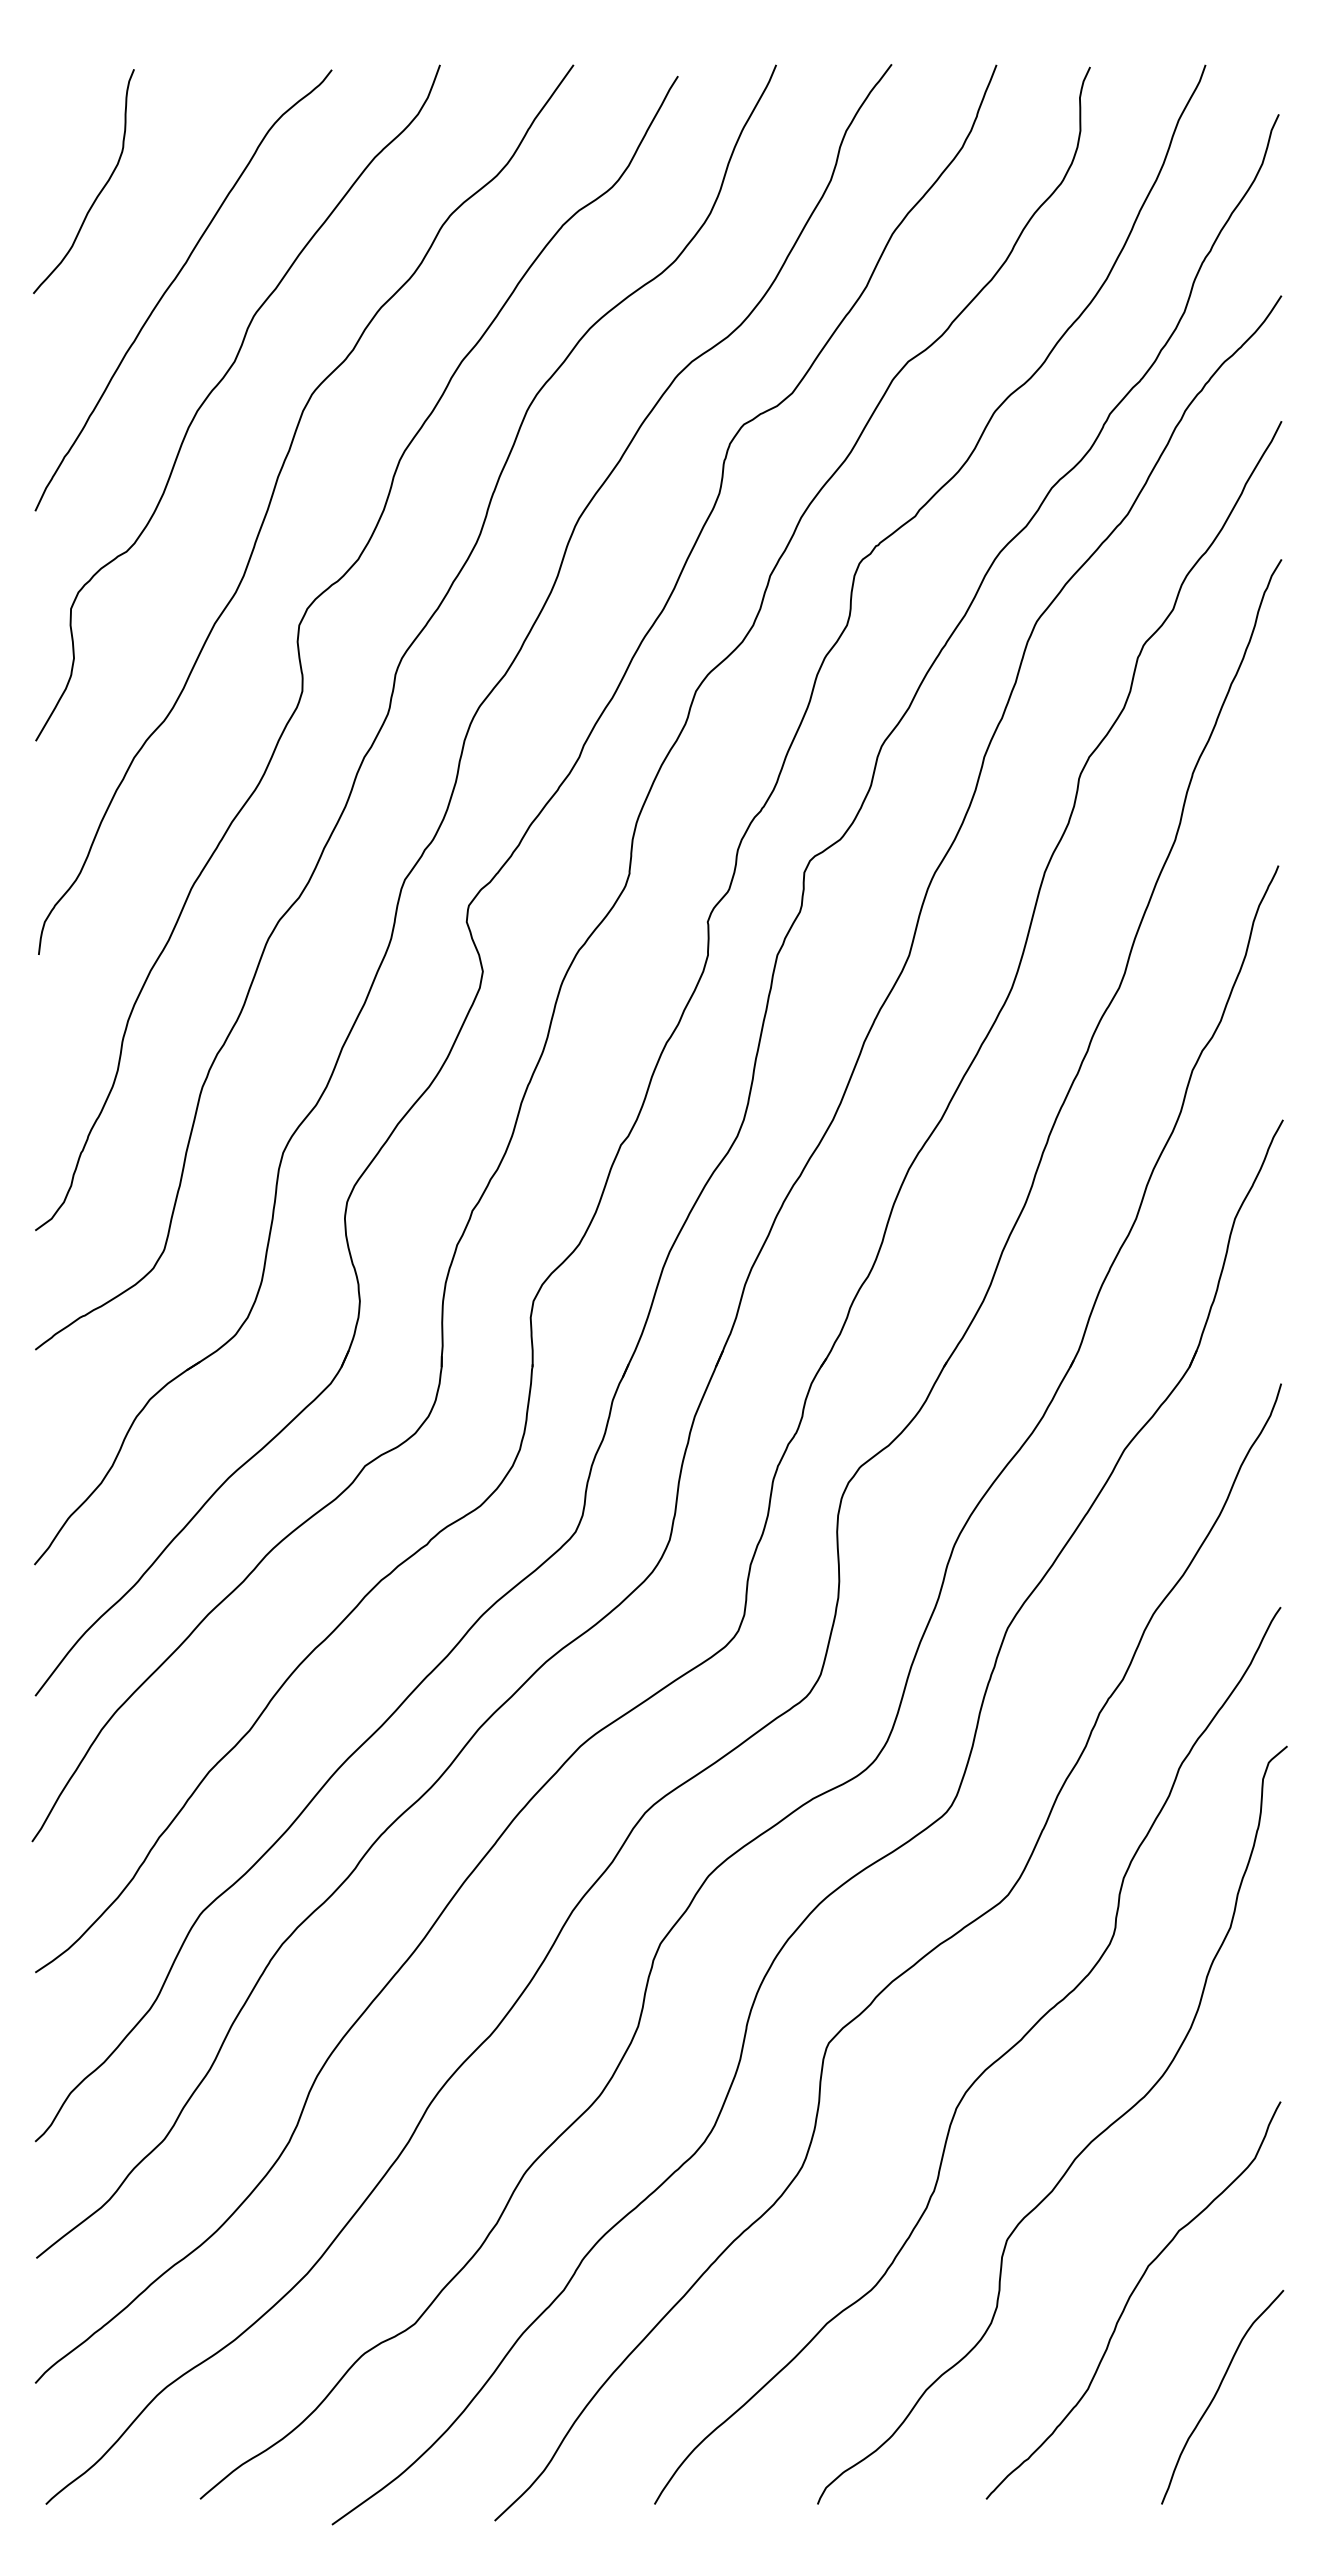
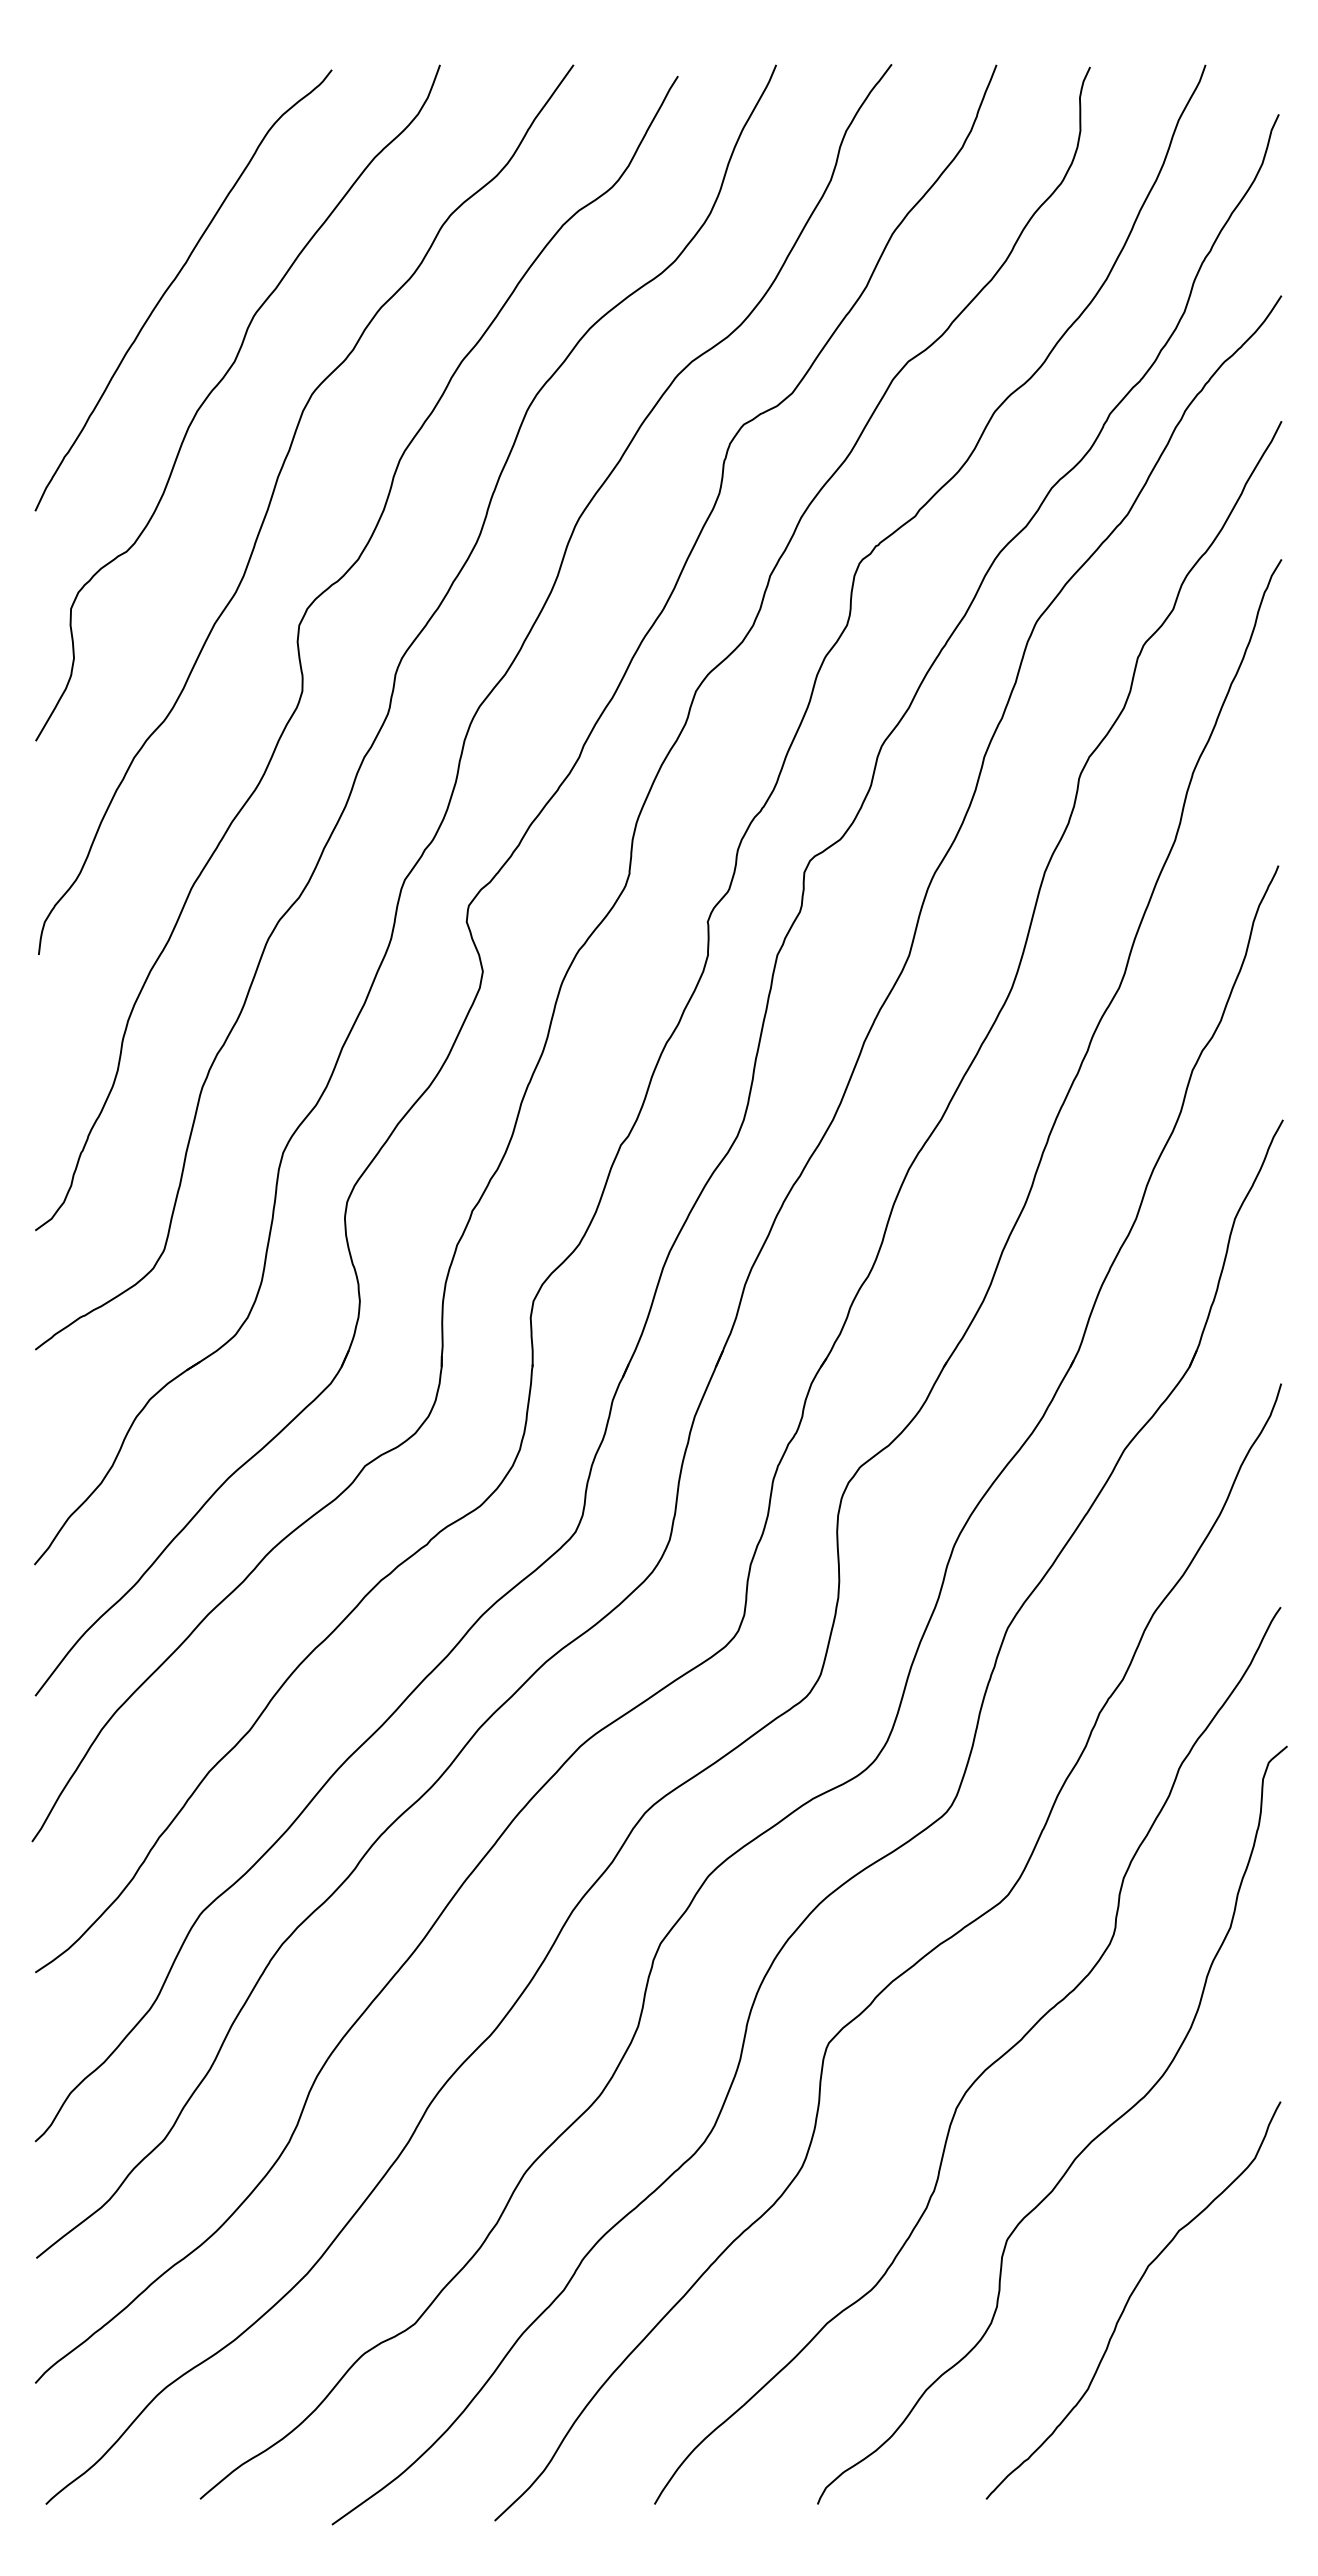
curve at (97, 194): present -> none
curve at (1217, 2393): present -> none
